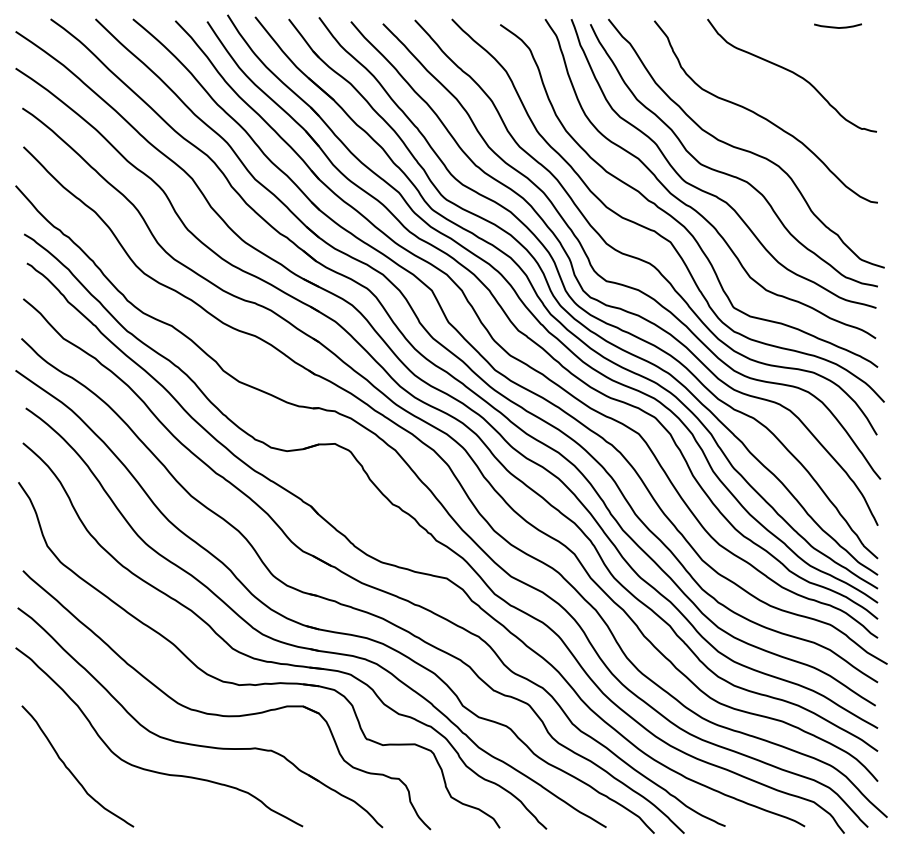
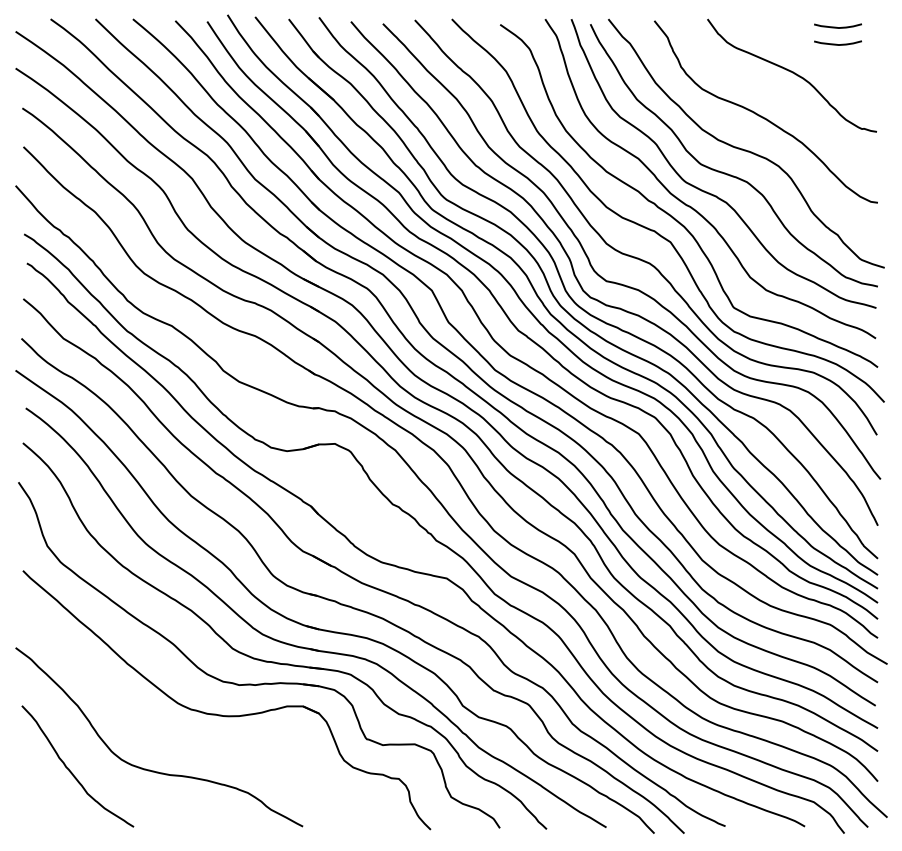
curve at (836, 43): none -> present
part at (198, 744): present -> none
